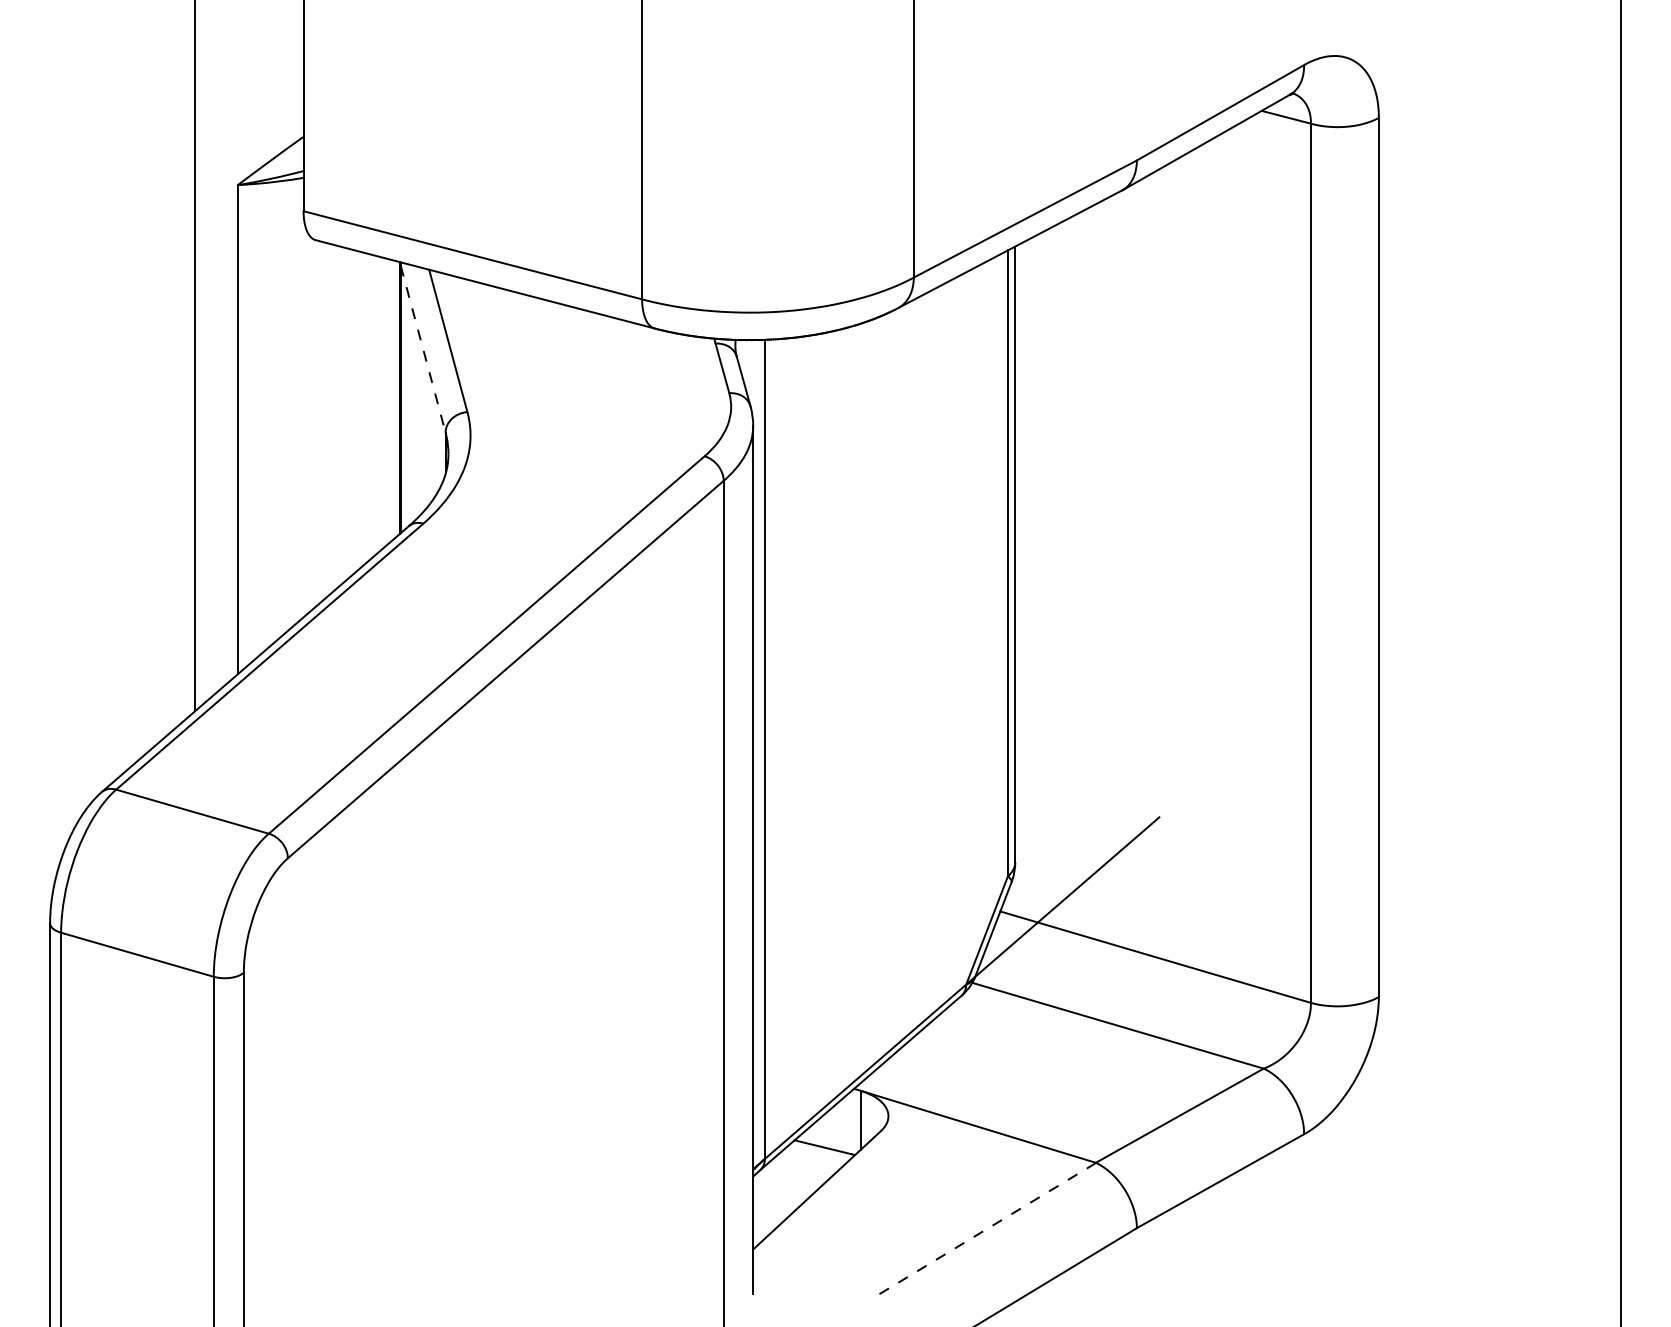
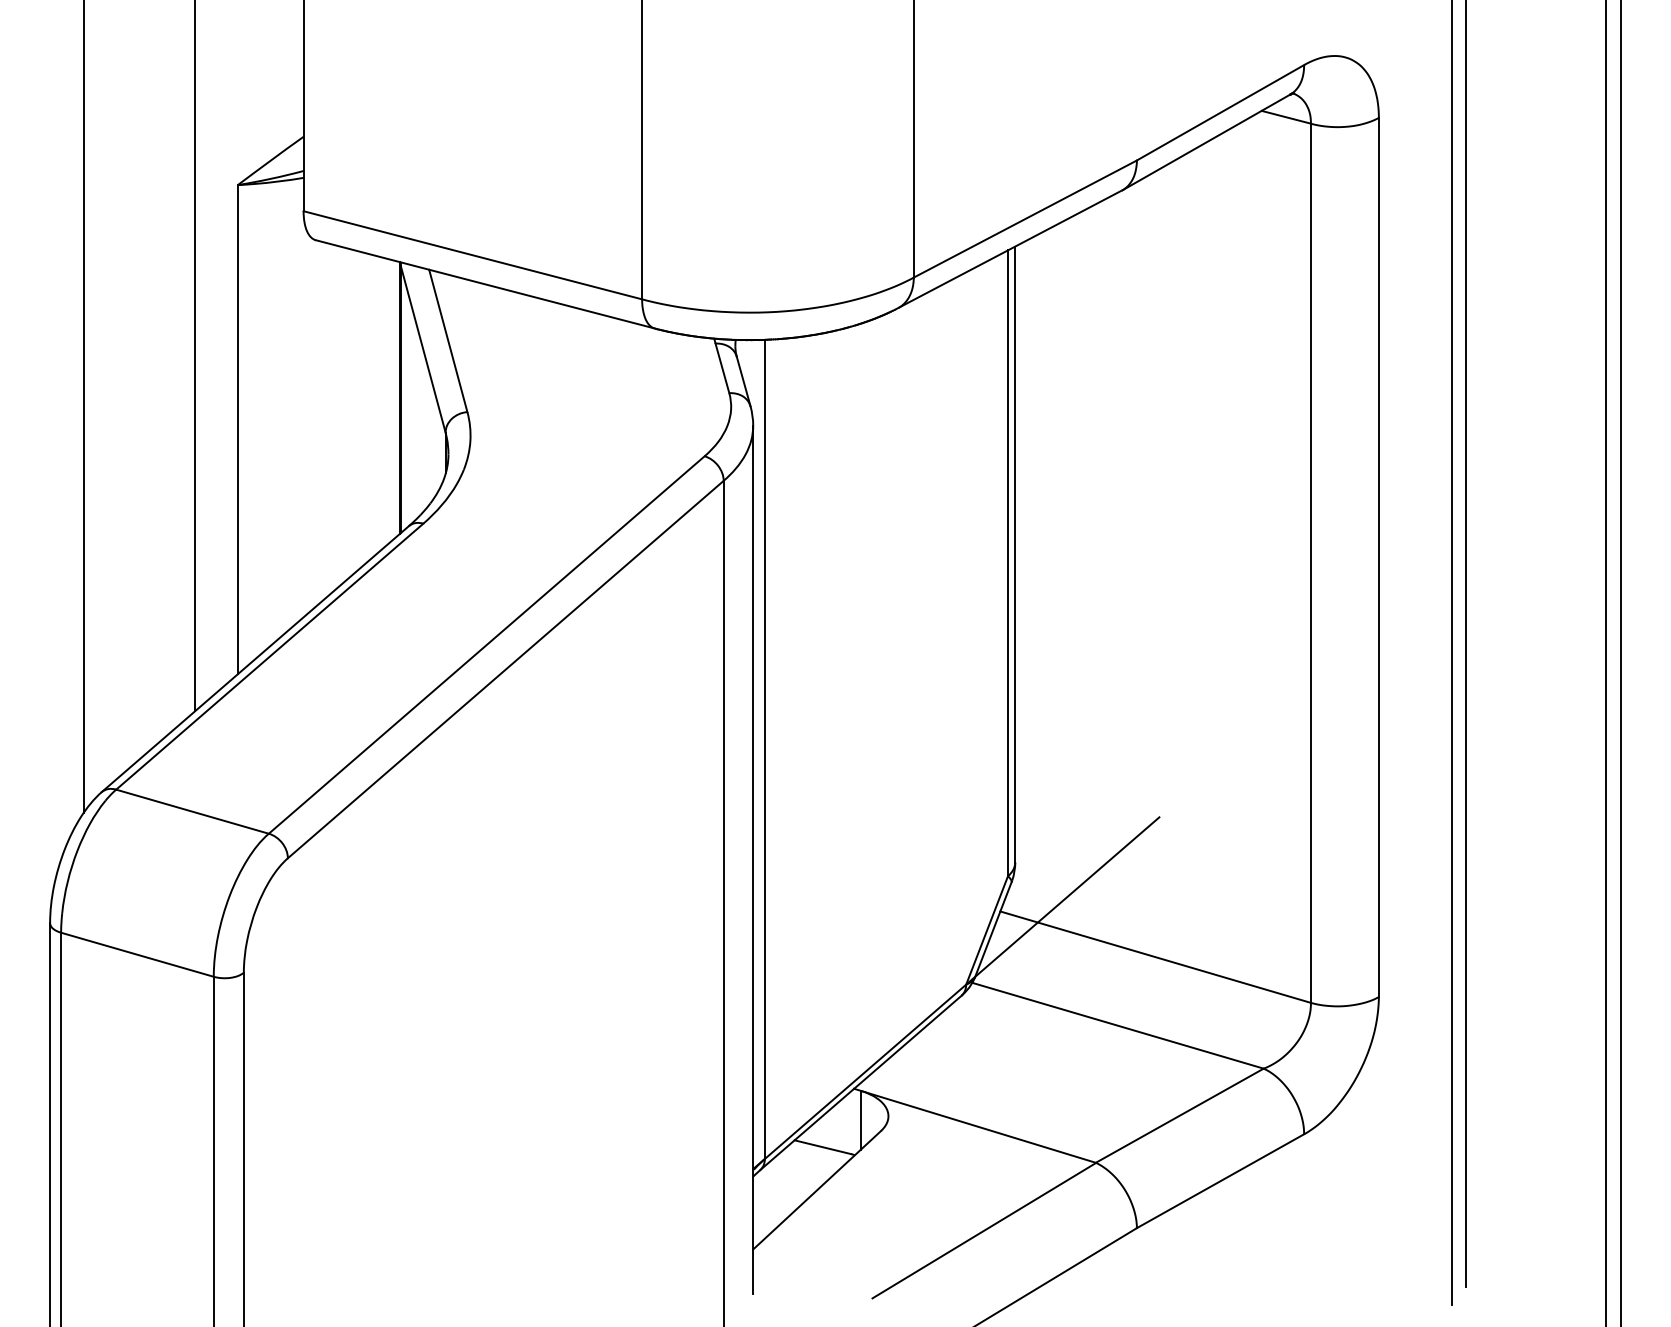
line at (423, 349): dashed -> solid
line at (84, 407): none -> present
line at (1466, 644): none -> present
line at (1452, 653): none -> present
line at (1606, 662): none -> present
line at (984, 1230): dashed -> solid
